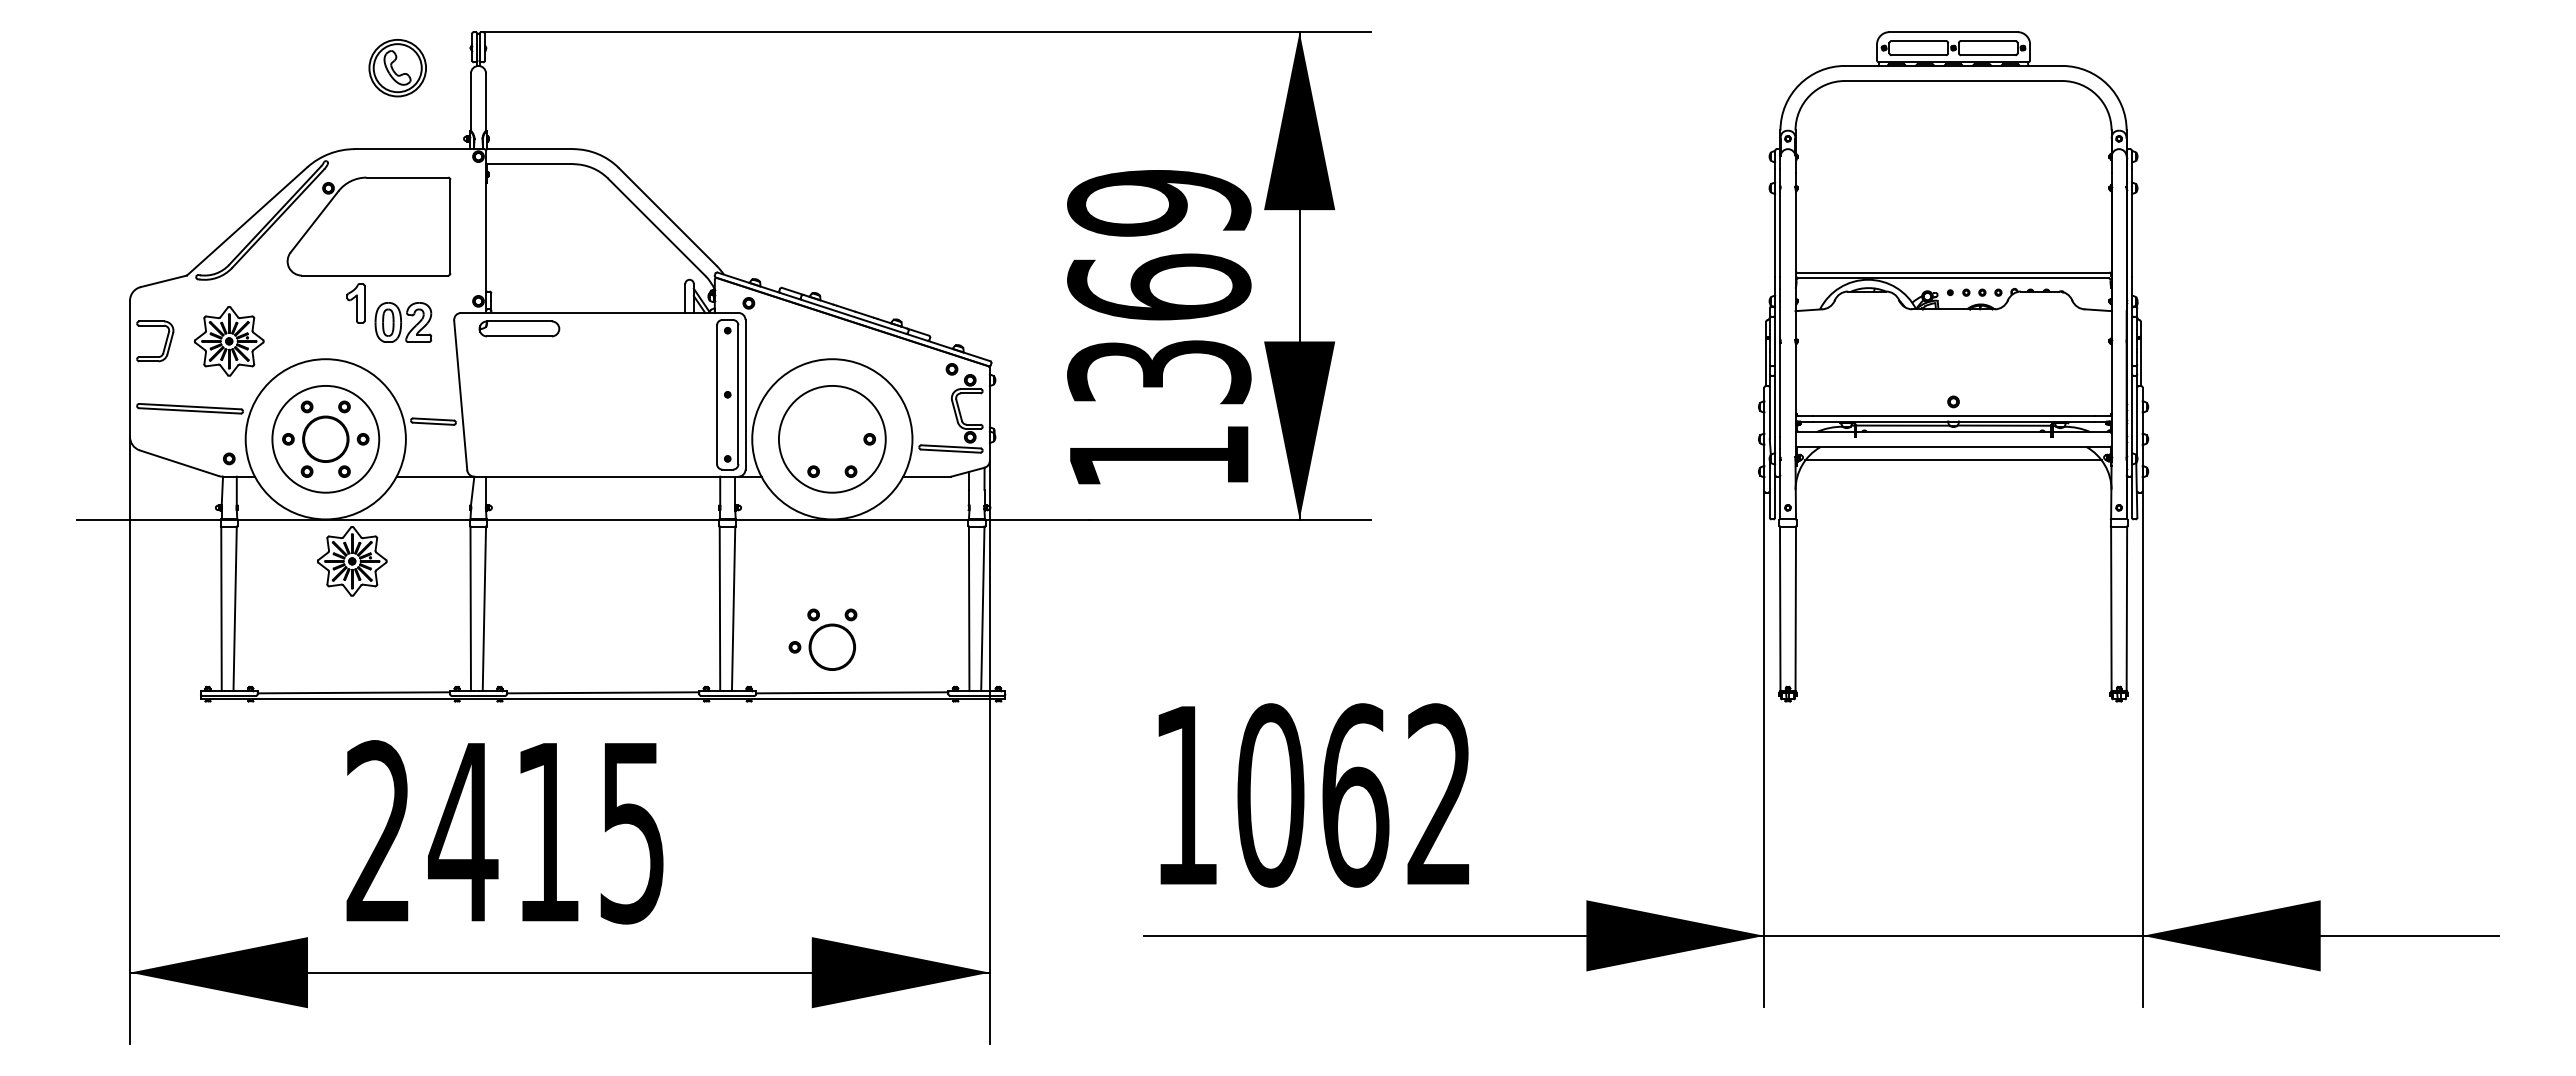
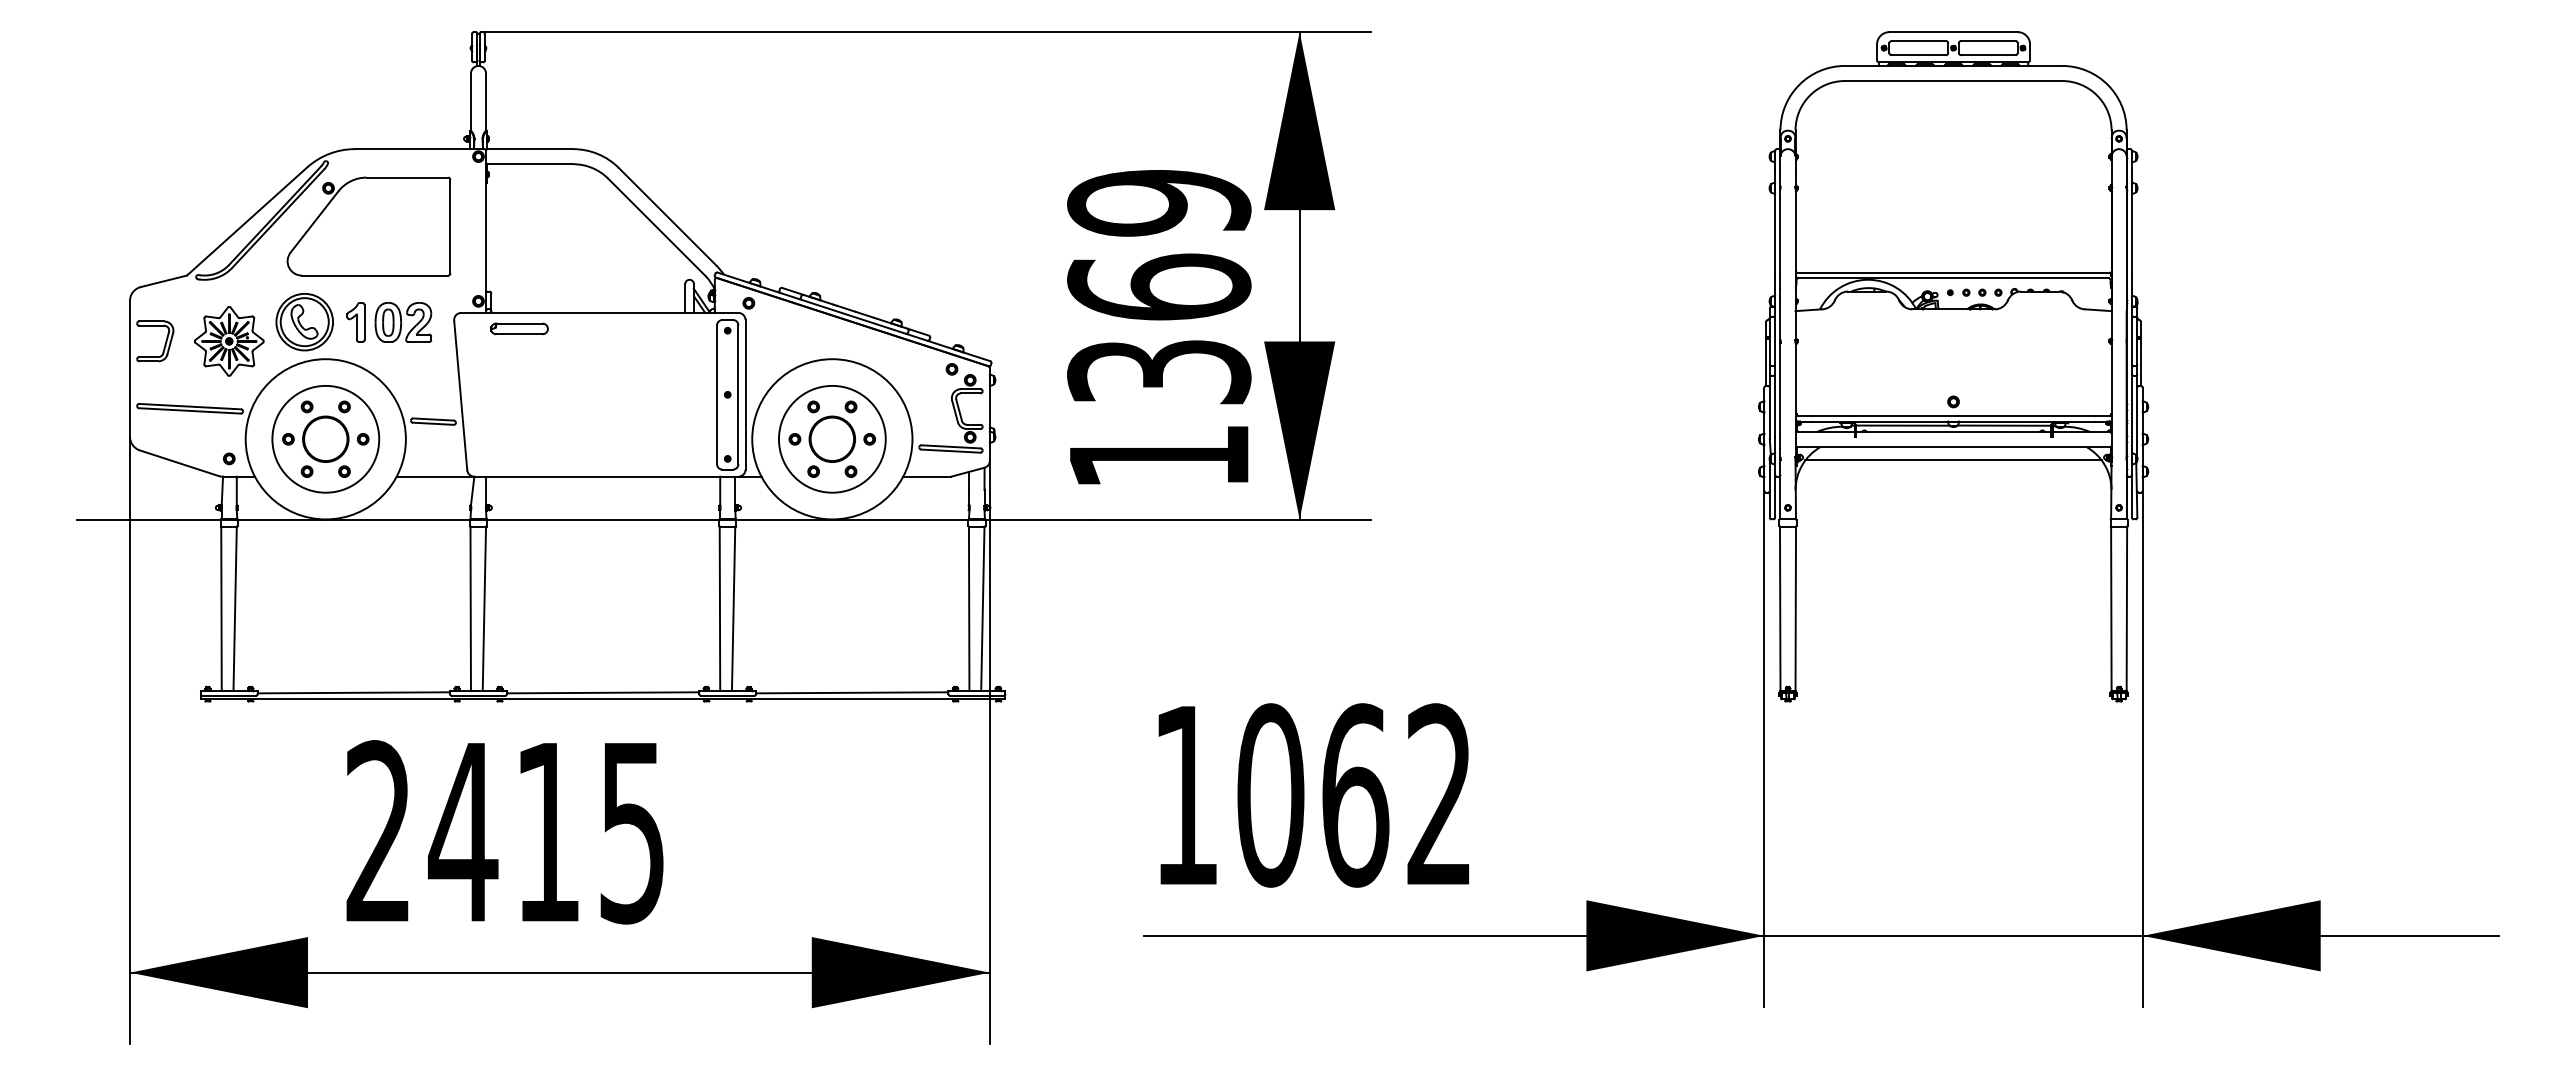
part at (397, 68) position: (397, 68) -> (304, 322)
part at (355, 303) position: (355, 303) -> (355, 322)
part at (519, 328) size: 83x18 px -> 59x14 px
part at (352, 561): present -> none
part at (822, 639) position: (822, 639) -> (822, 431)
